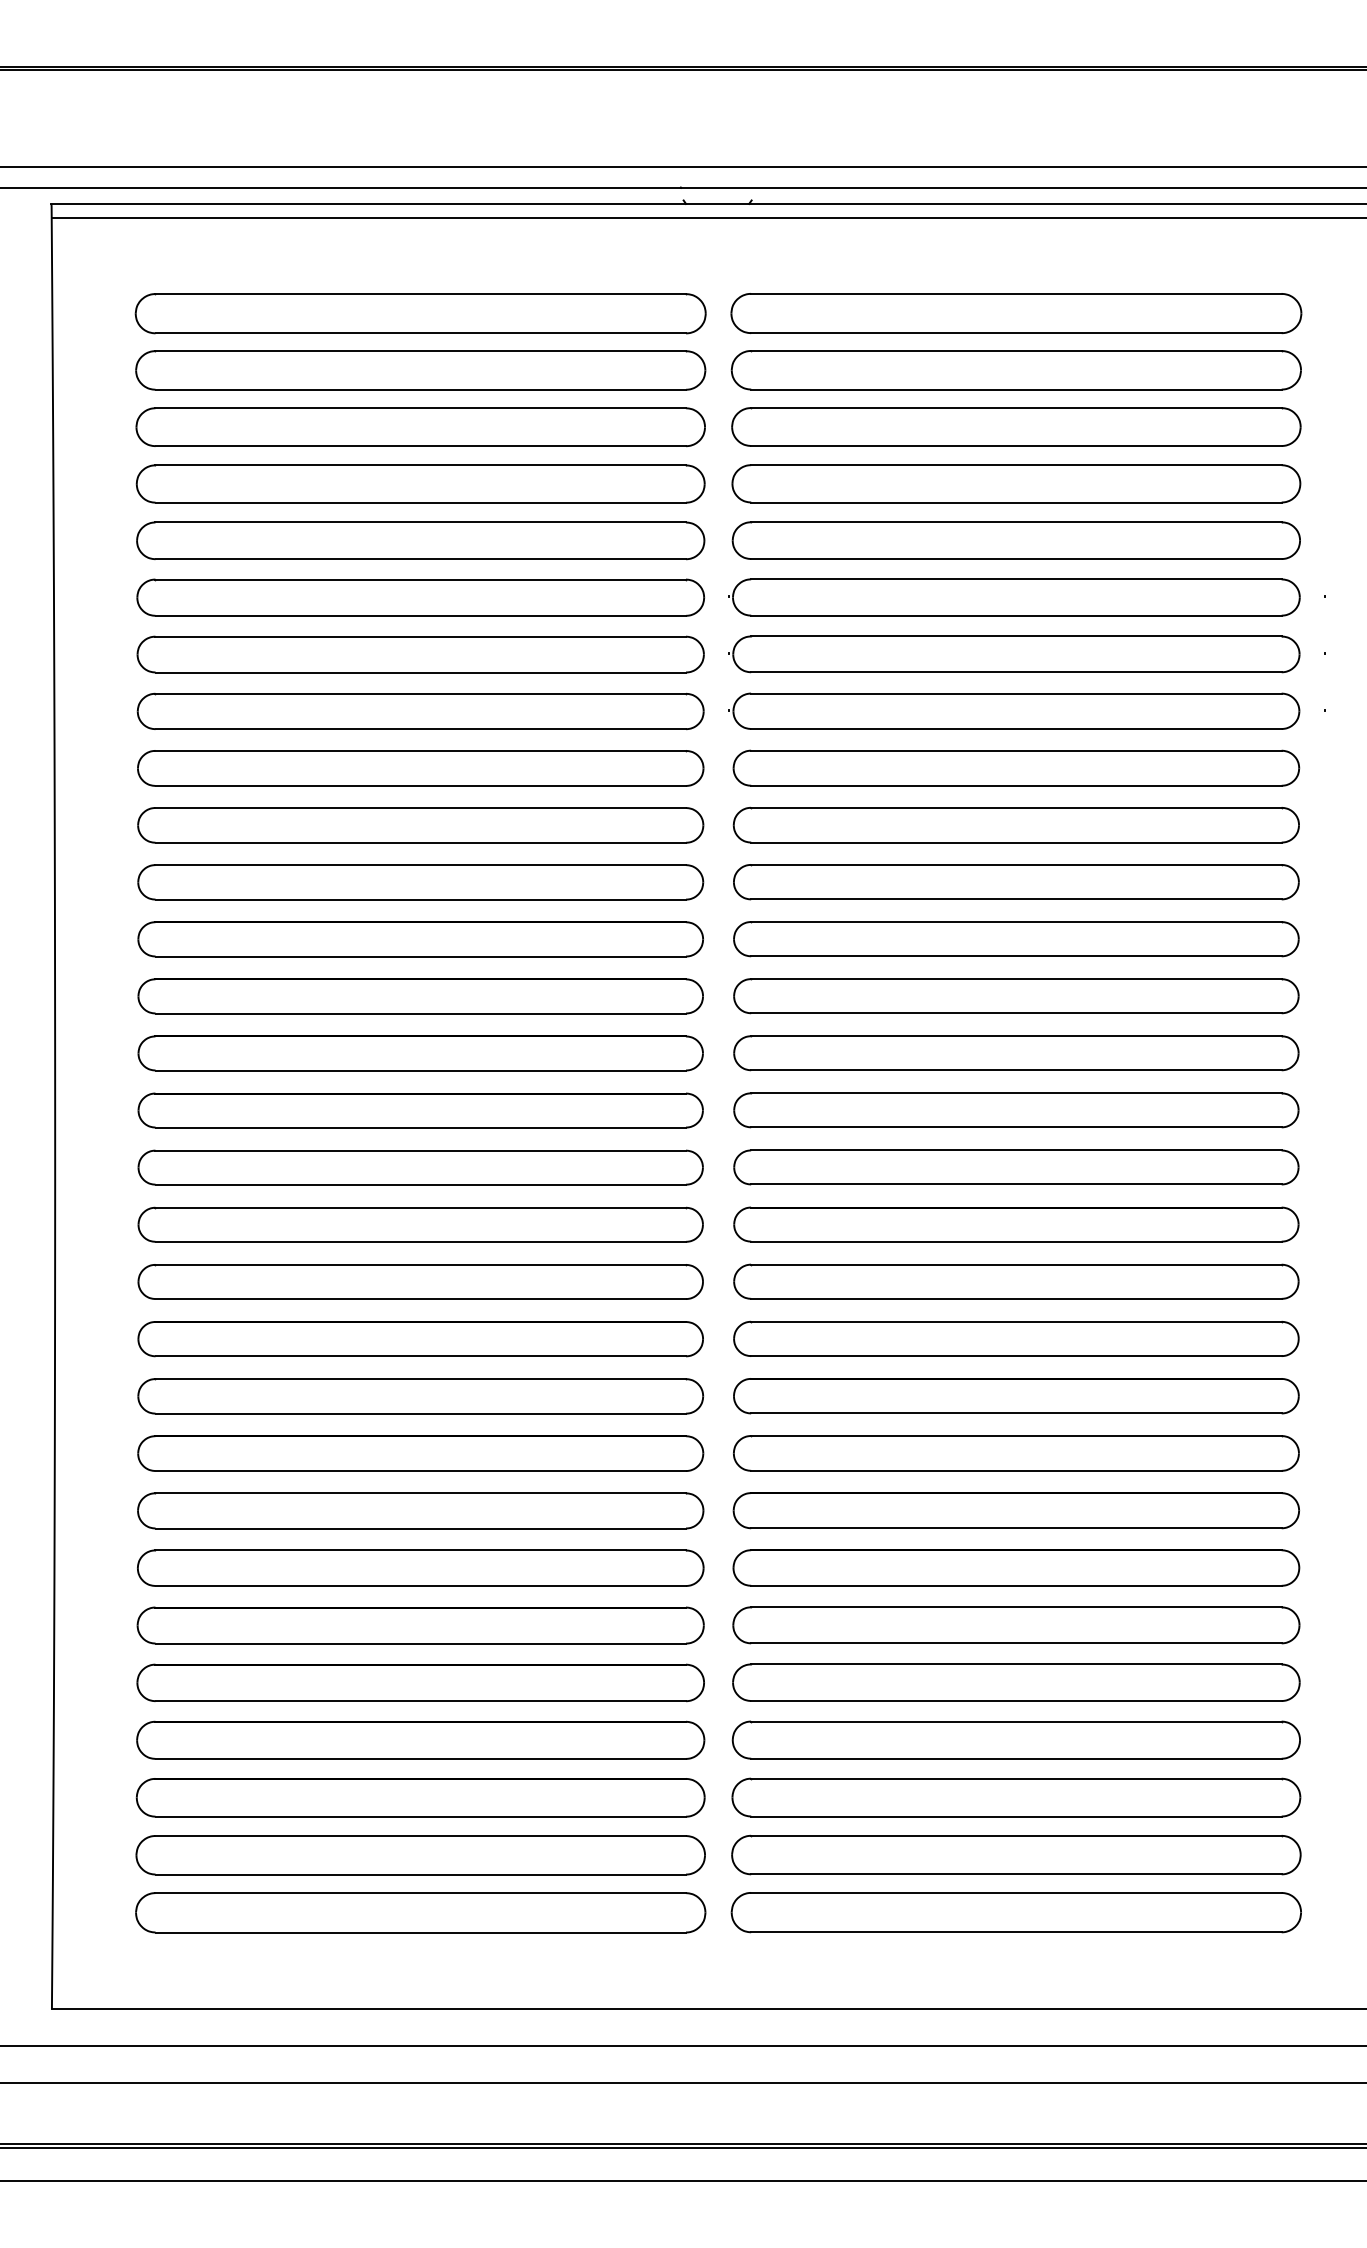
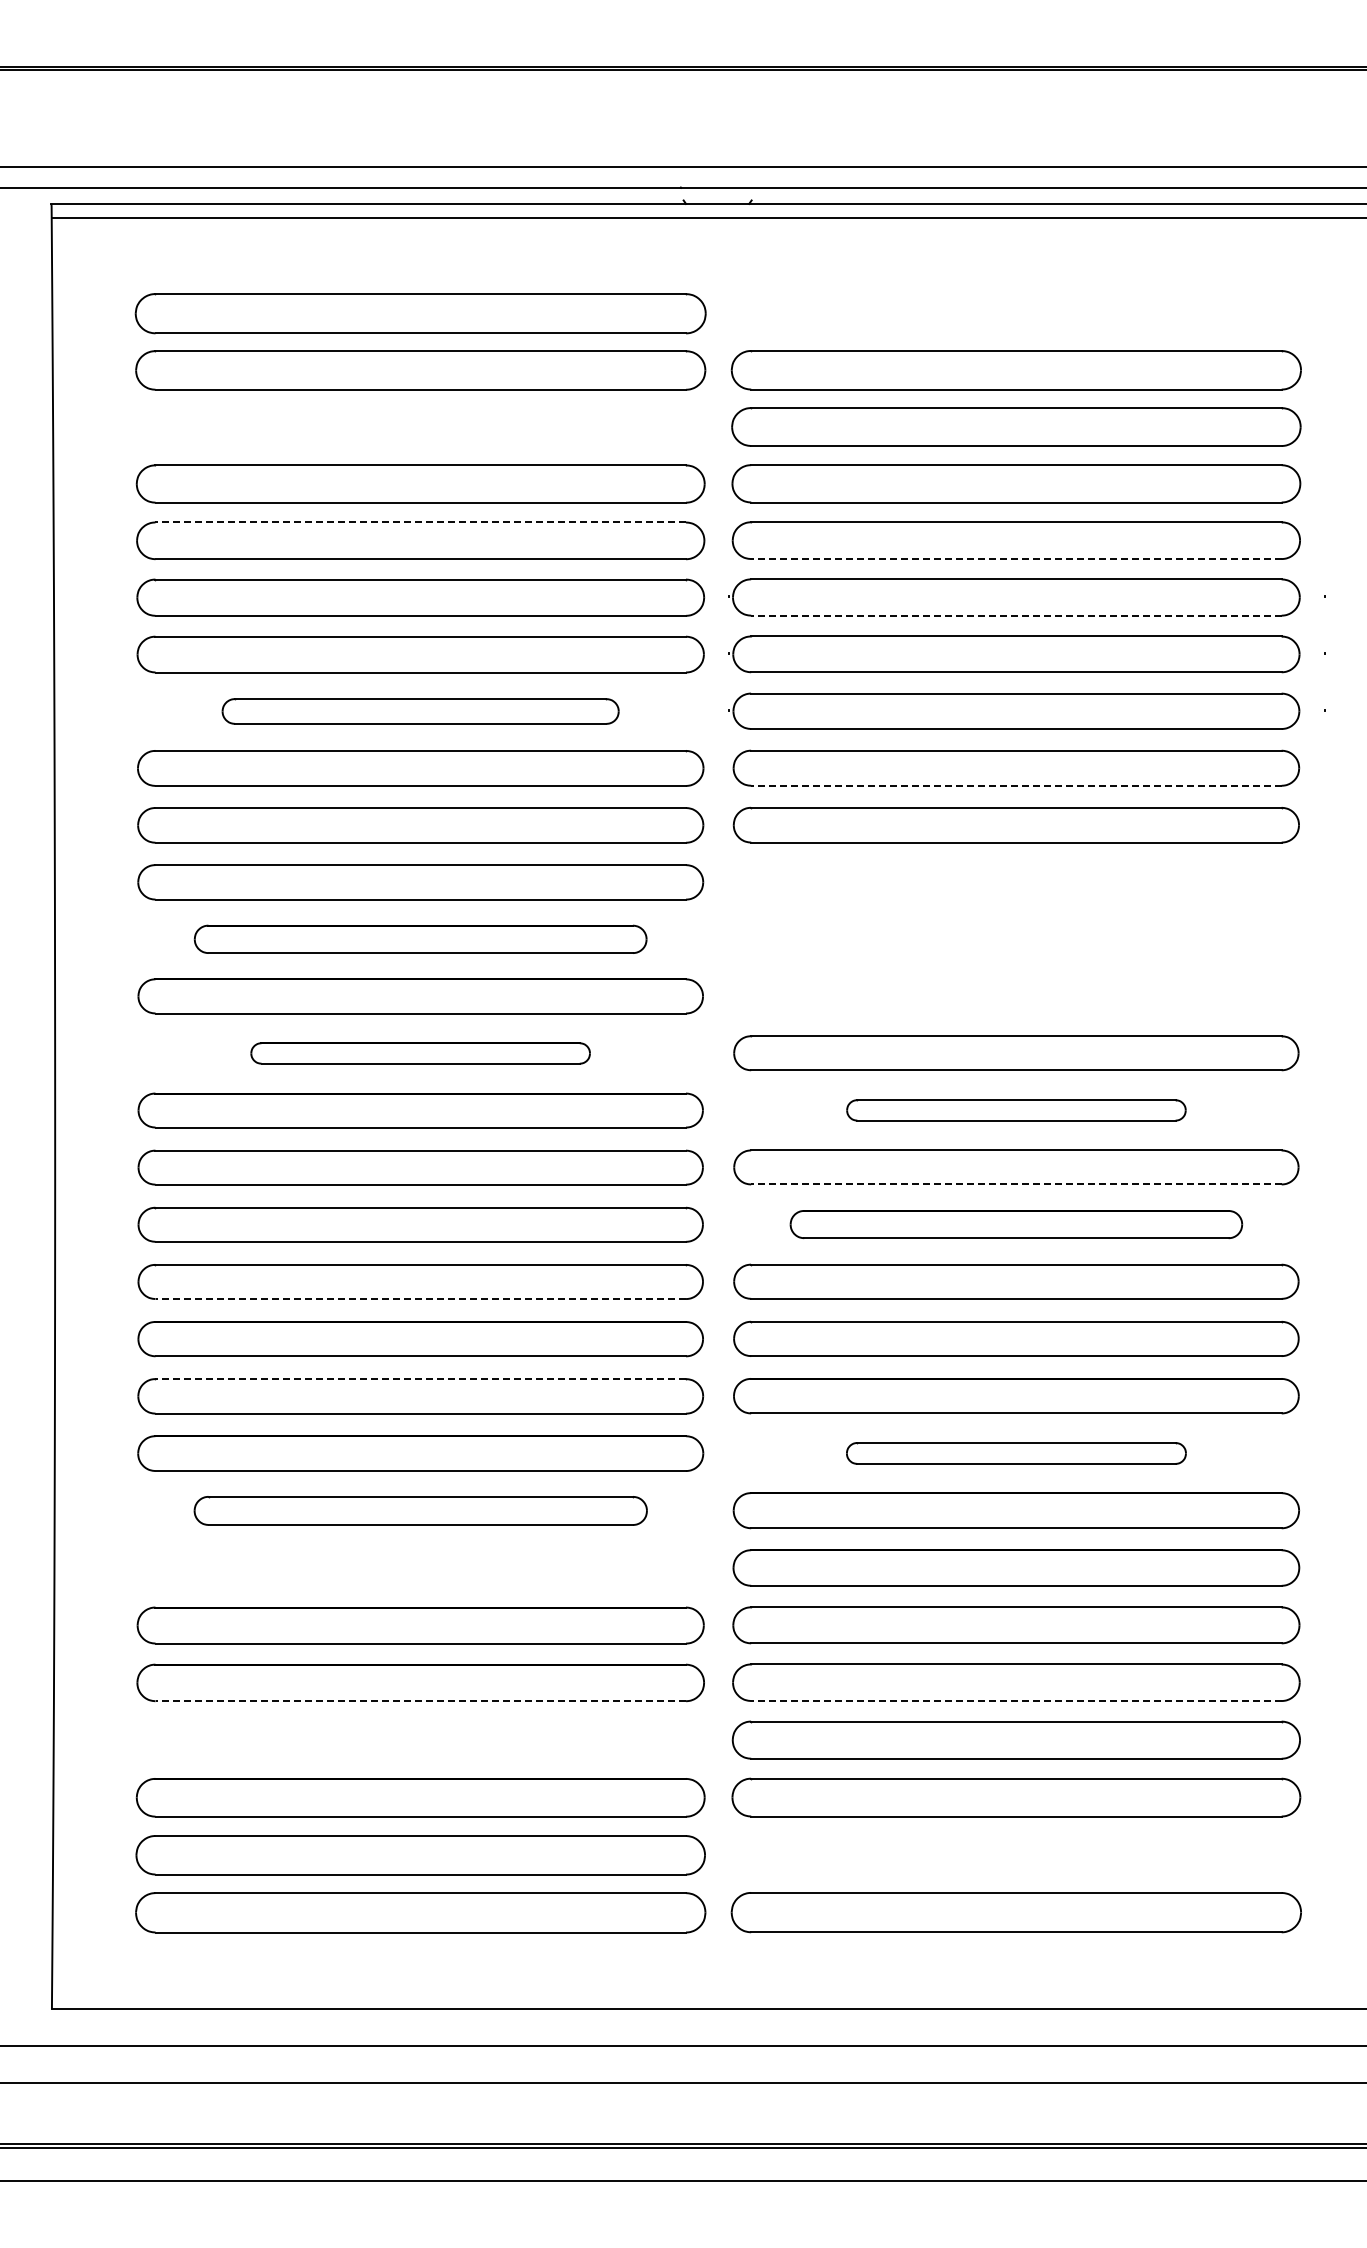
part at (1016, 313): present -> none
part at (420, 427): present -> none
line at (420, 522): solid -> dashed
line at (1015, 559): solid -> dashed
line at (1015, 615): solid -> dashed
part at (420, 711) size: 569x39 px -> 399x27 px
line at (1015, 785): solid -> dashed
part at (1016, 882): present -> none
part at (420, 939) size: 567x37 px -> 455x30 px
part at (1016, 939): present -> none
part at (1016, 996): present -> none
part at (420, 1053) size: 567x37 px -> 341x23 px
part at (1016, 1110) size: 567x37 px -> 341x23 px
line at (1015, 1184): solid -> dashed
part at (1016, 1224) size: 567x37 px -> 455x30 px
line at (420, 1299): solid -> dashed
line at (420, 1379): solid -> dashed
part at (1016, 1453) size: 567x37 px -> 341x23 px
part at (420, 1510) size: 568x38 px -> 455x30 px
part at (420, 1567): present -> none
line at (420, 1701): solid -> dashed
line at (1015, 1701): solid -> dashed
part at (420, 1739): present -> none
part at (1016, 1854): present -> none
